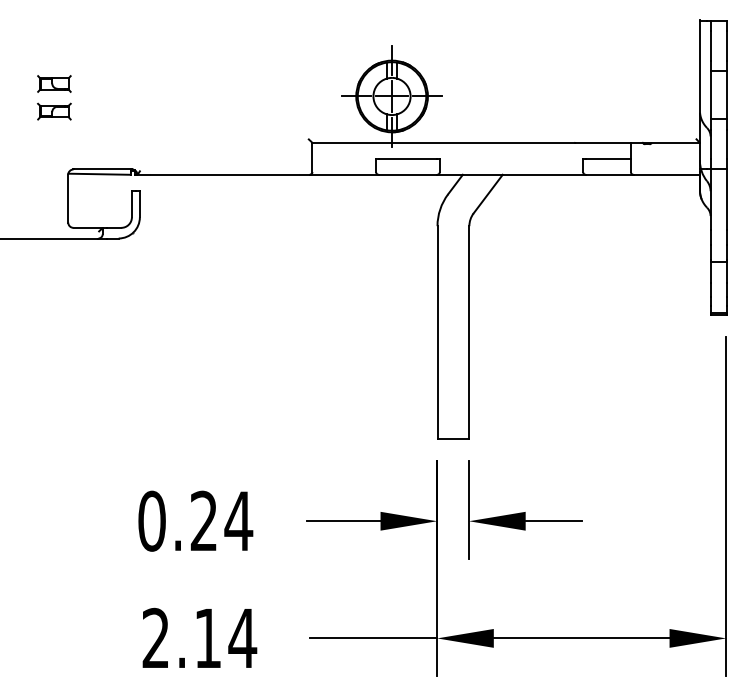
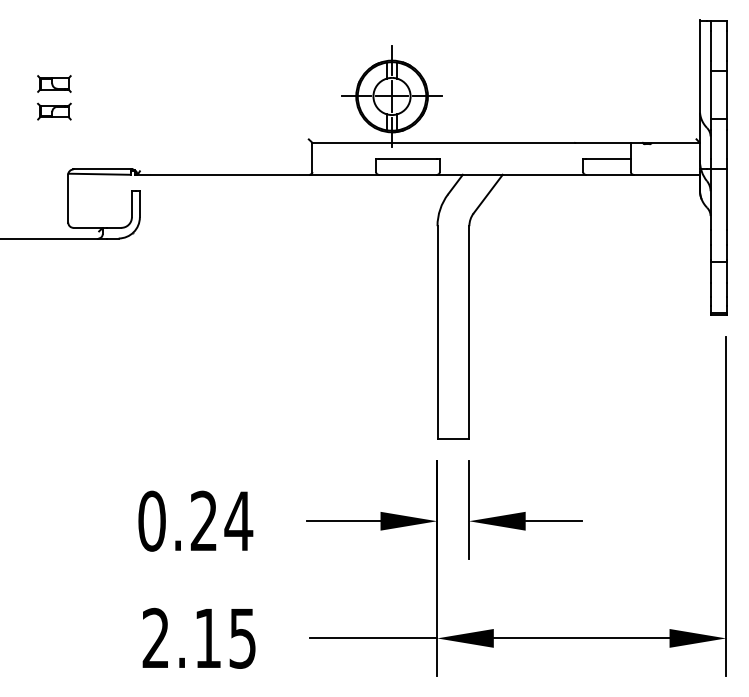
text at (242, 638): 2.14 -> 2.15
